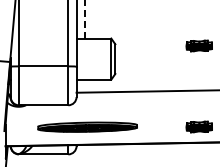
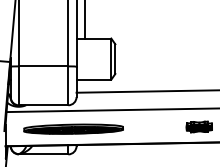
line at (84, 19): dashed -> solid
part at (198, 45): present -> none
line at (111, 110): none -> present
part at (87, 126) position: (87, 126) -> (73, 128)
